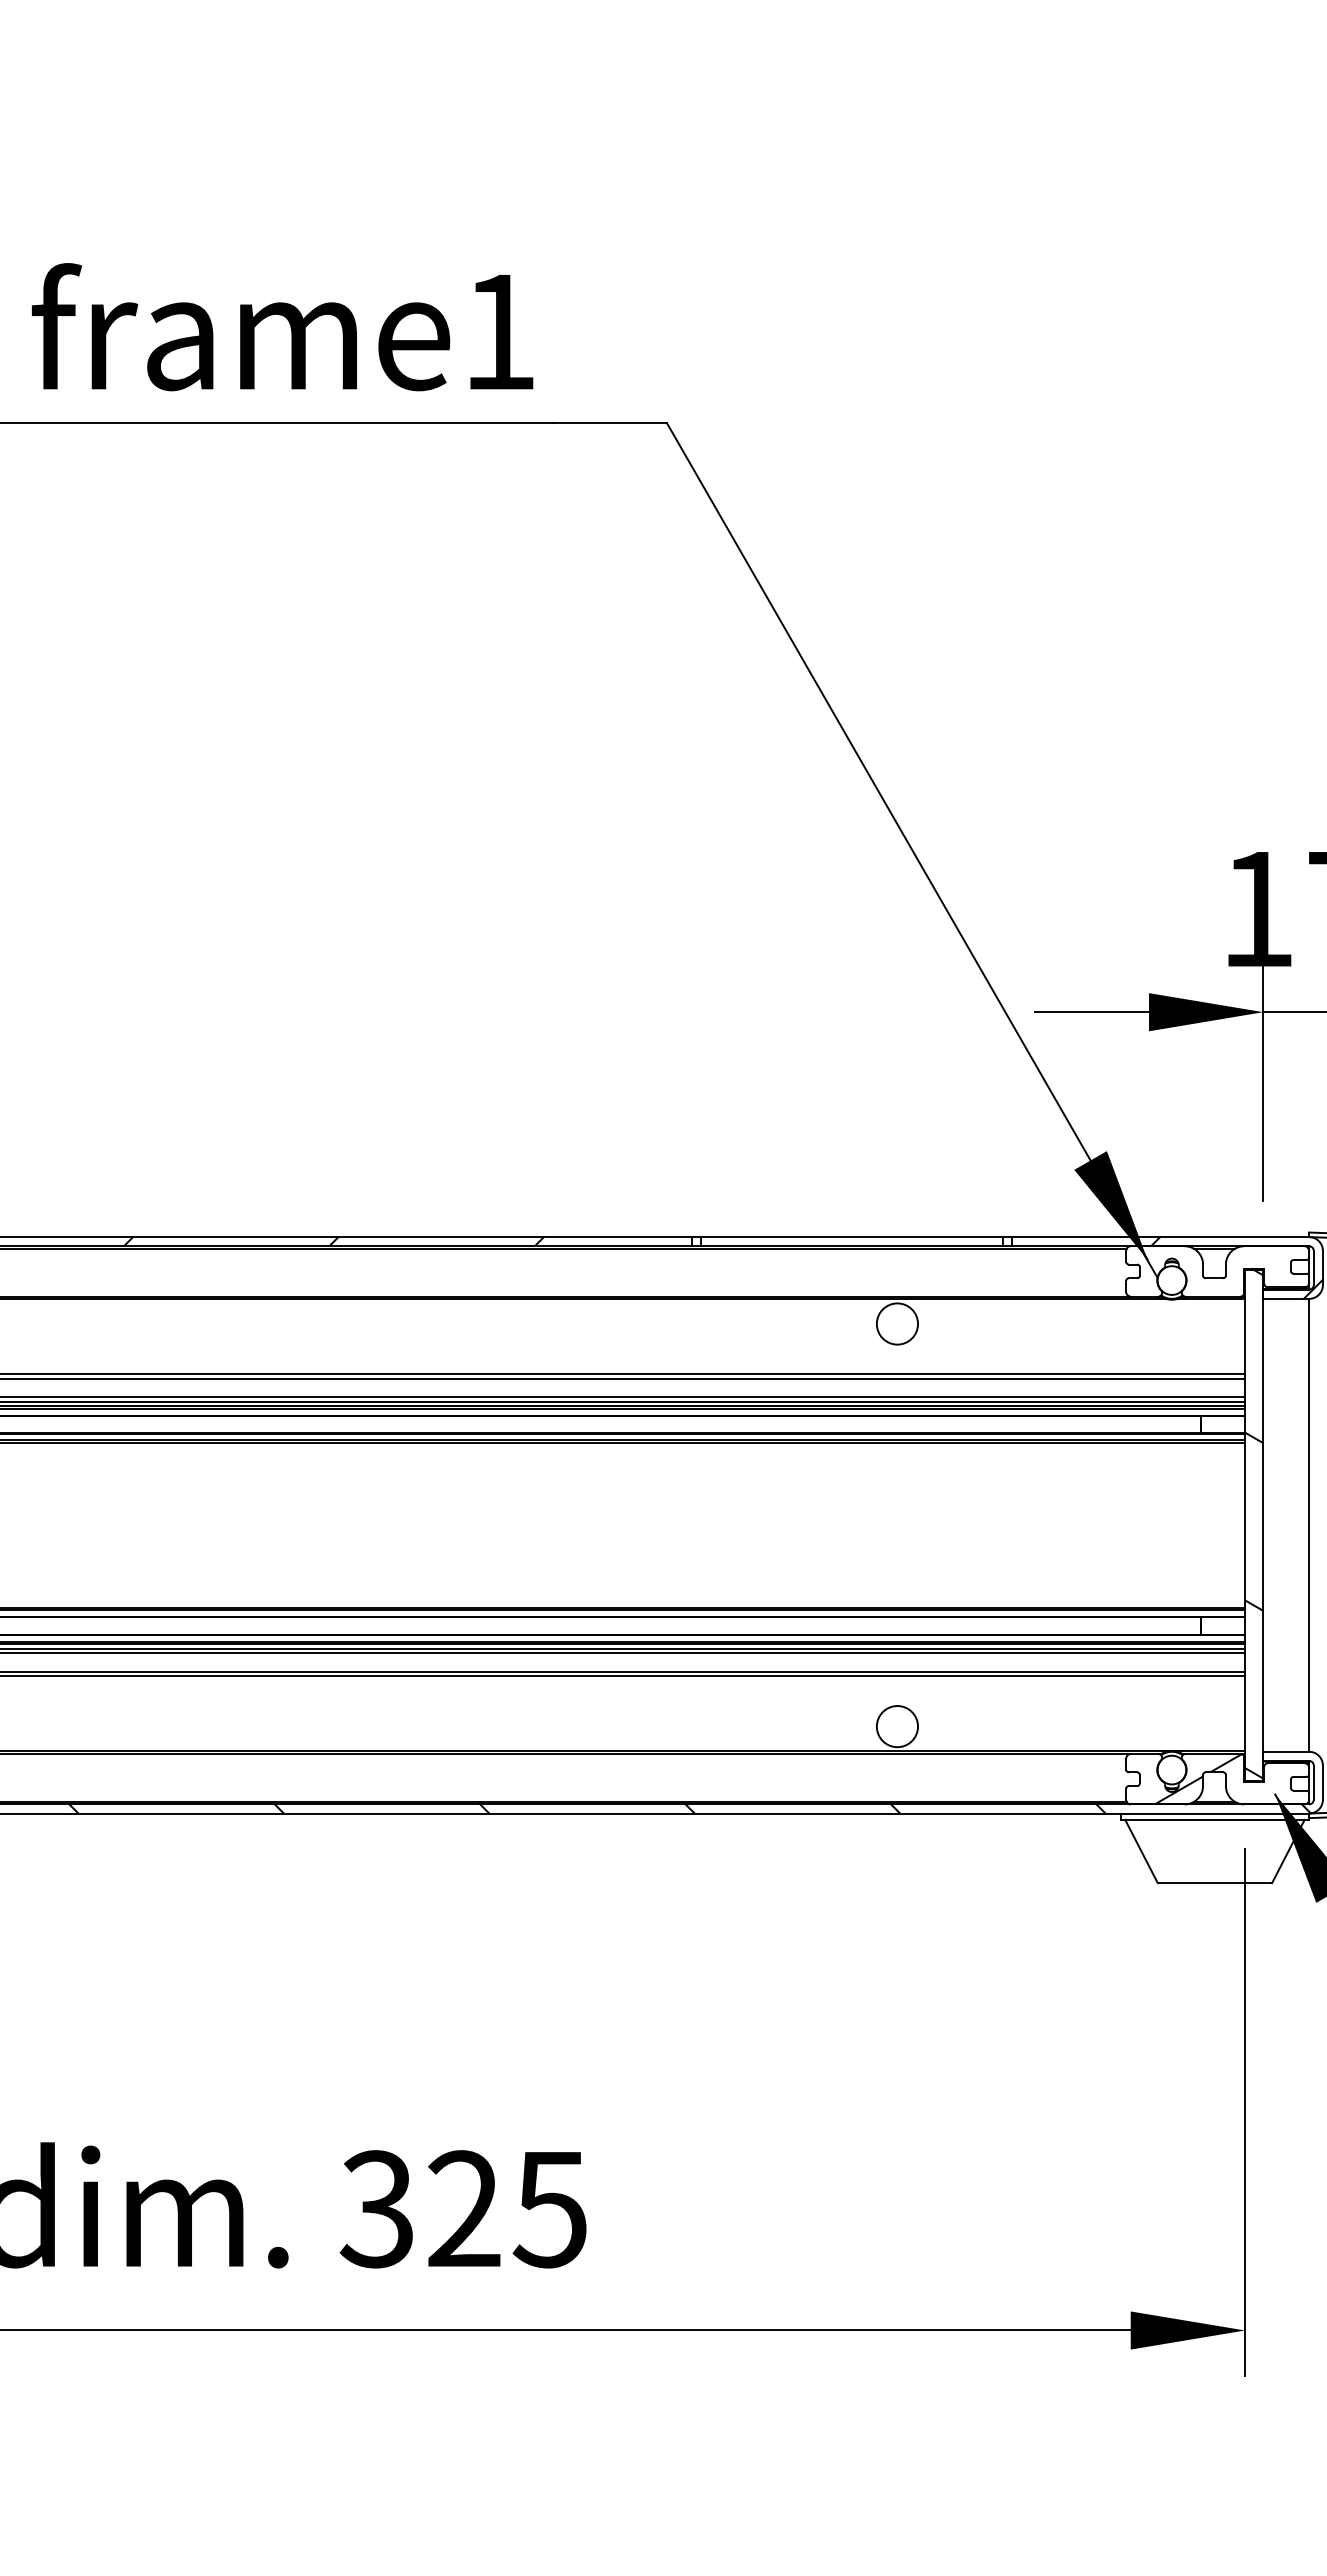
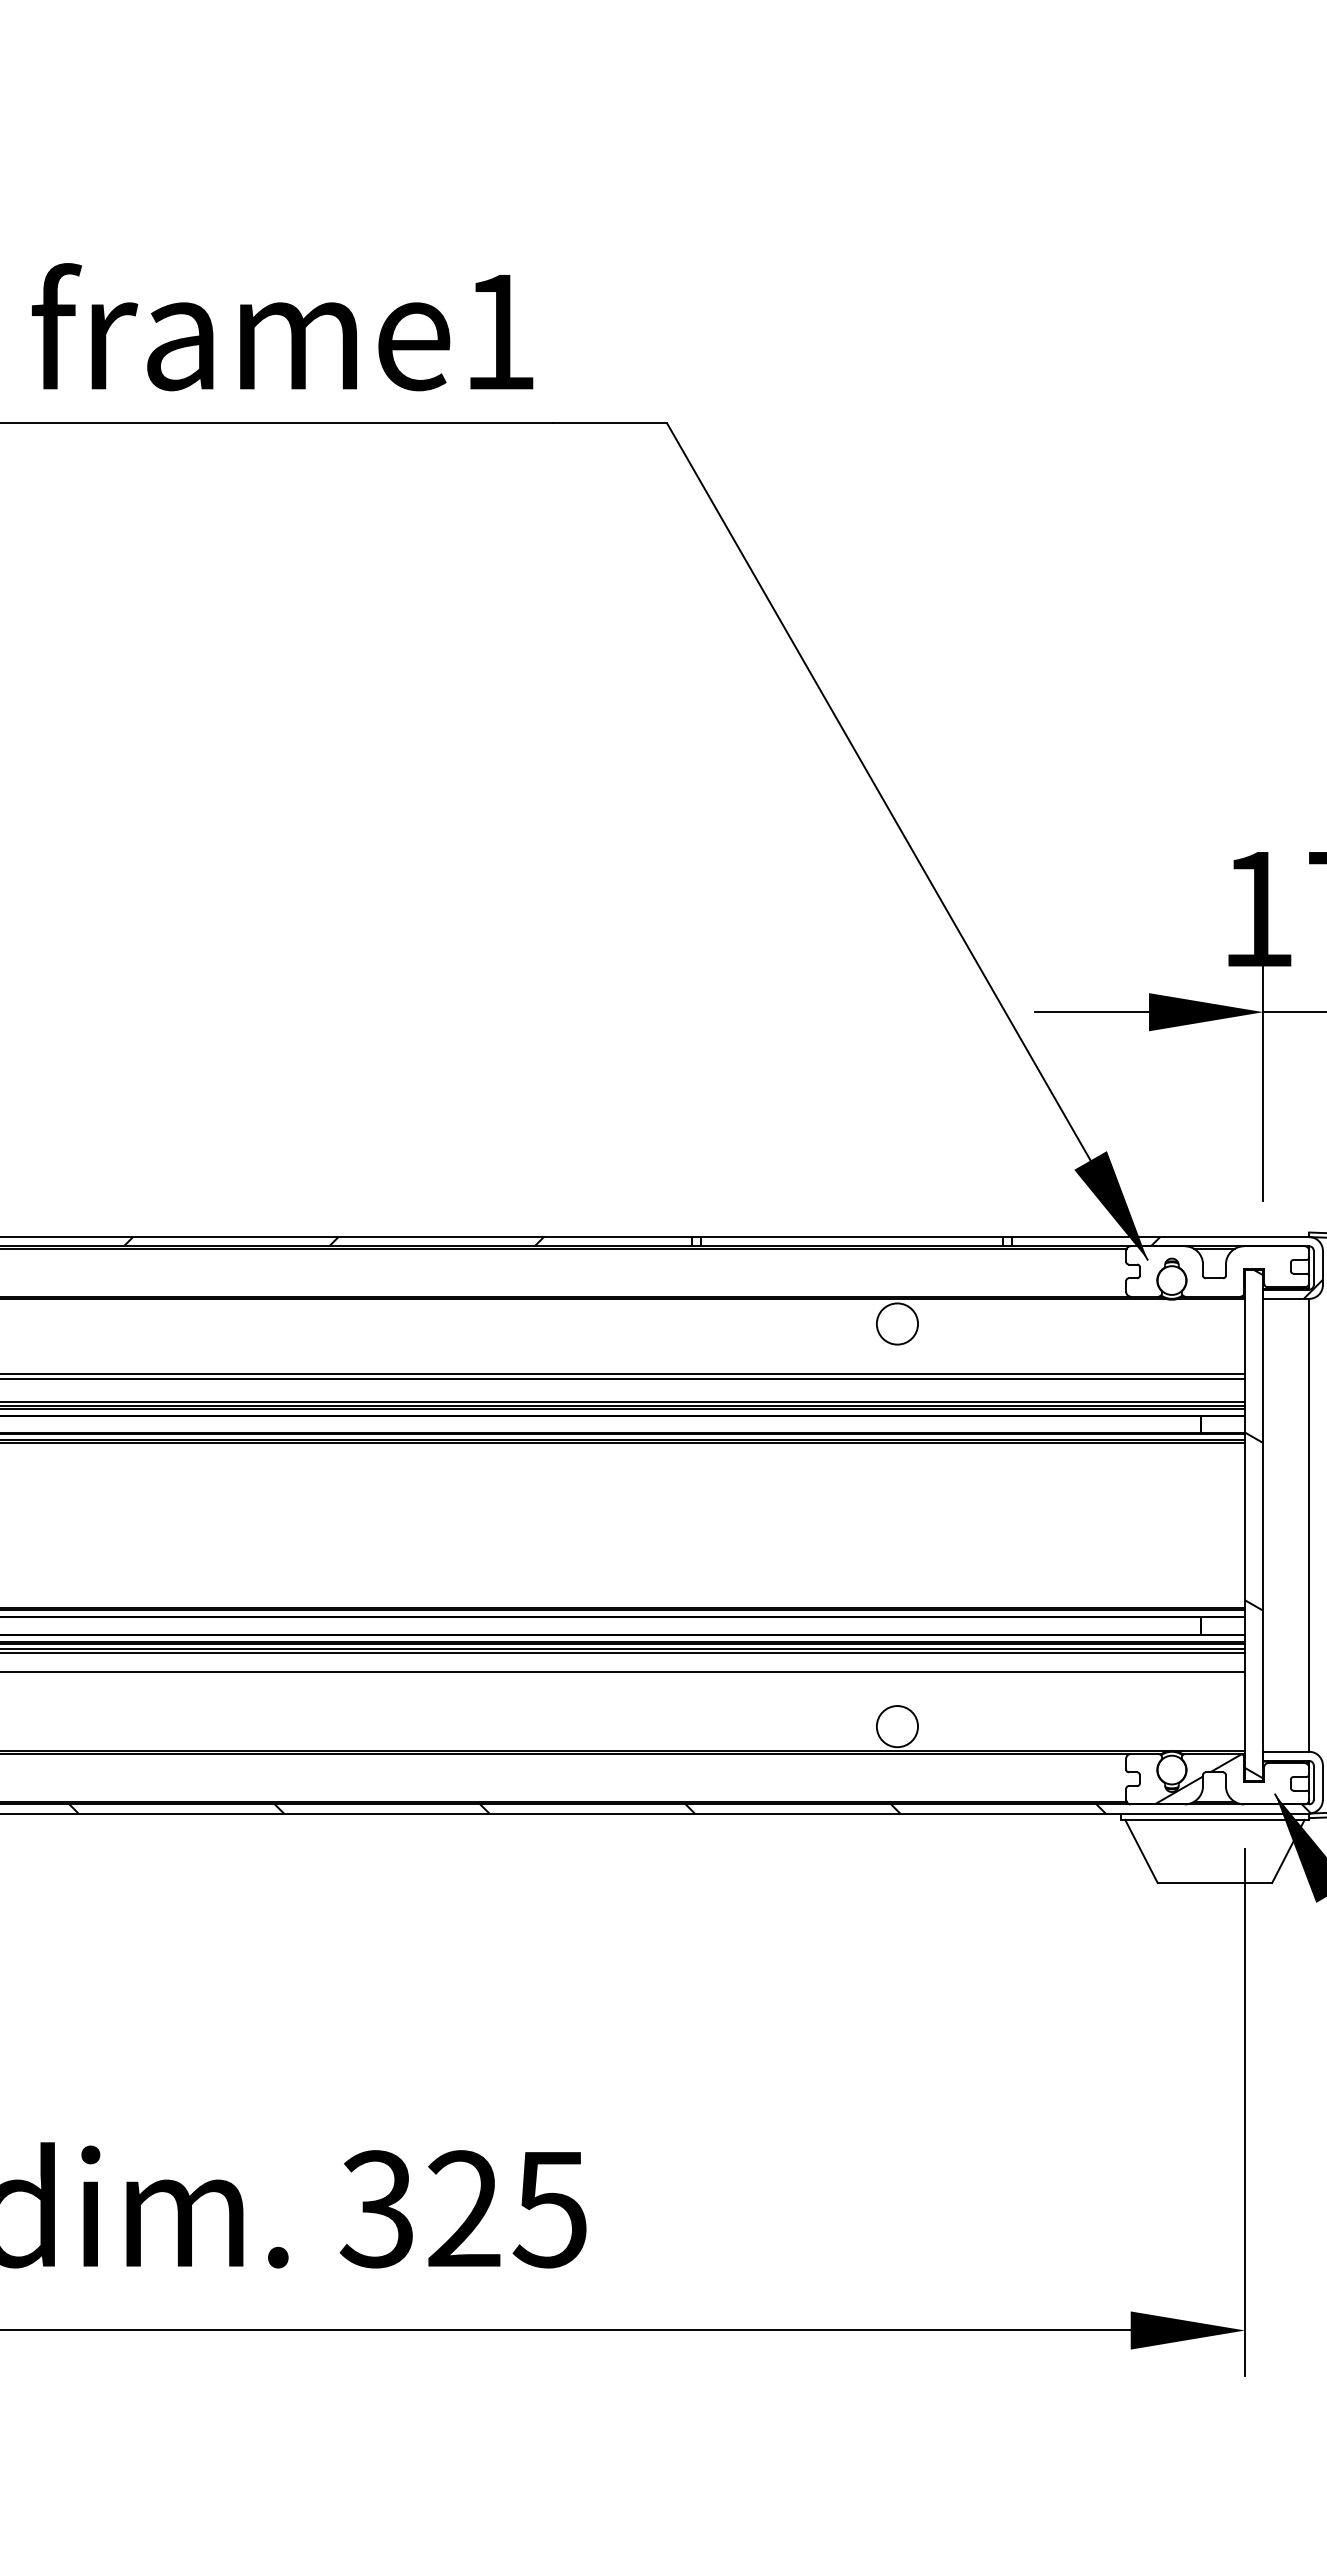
hatch at (1224, 1265): present -> none
line at (623, 1397): present -> none
line at (623, 1676): present -> none
